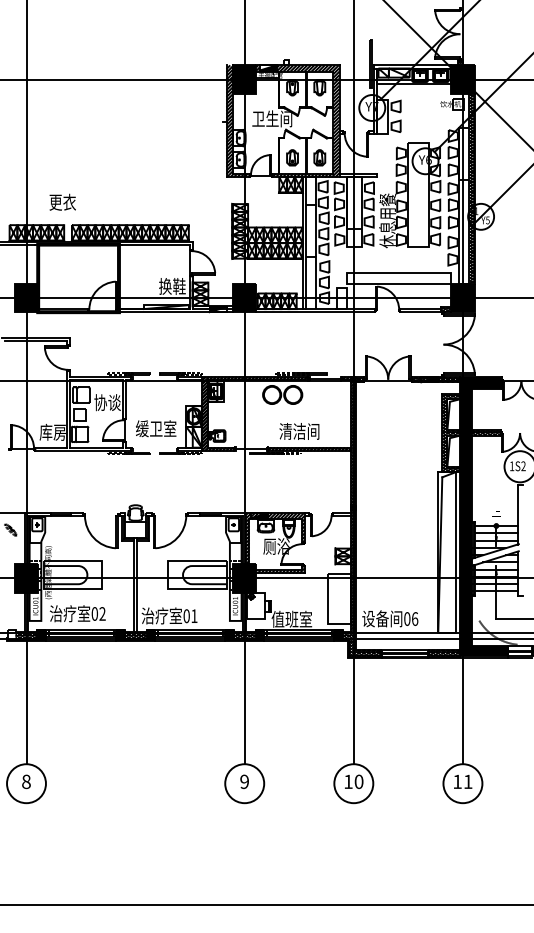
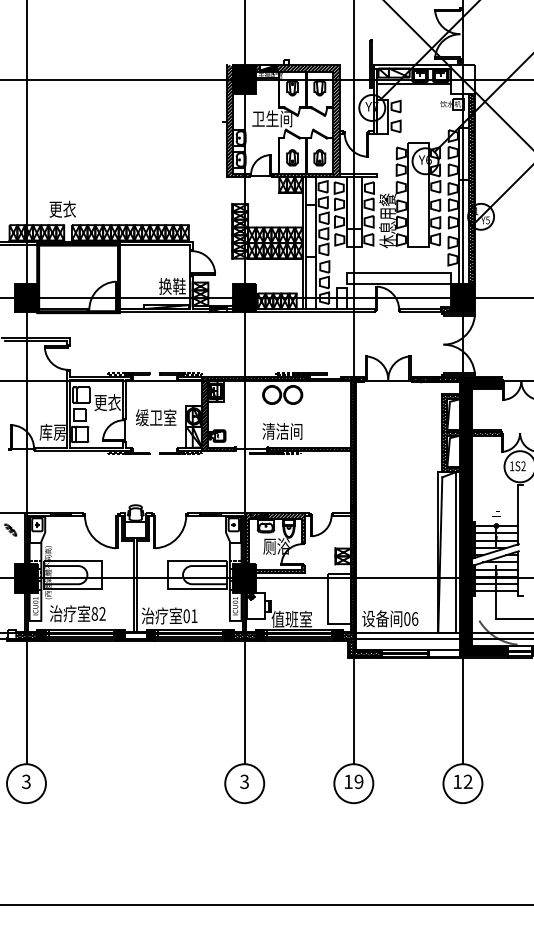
fill at (462, 79): present -> none
text at (62, 201) position: (62, 201) -> (62, 208)
text at (107, 402): 协谈 -> 更衣
text at (156, 428) position: (156, 428) -> (156, 417)
text at (299, 431) position: (299, 431) -> (282, 431)
text at (94, 613): 02 -> 82
hatch at (135, 635): present -> none
hatch at (444, 653): present -> none
text at (26, 781): 8 -> 3
text at (244, 781): 9 -> 3
text at (358, 781): 10 -> 19
text at (467, 781): 11 -> 12
